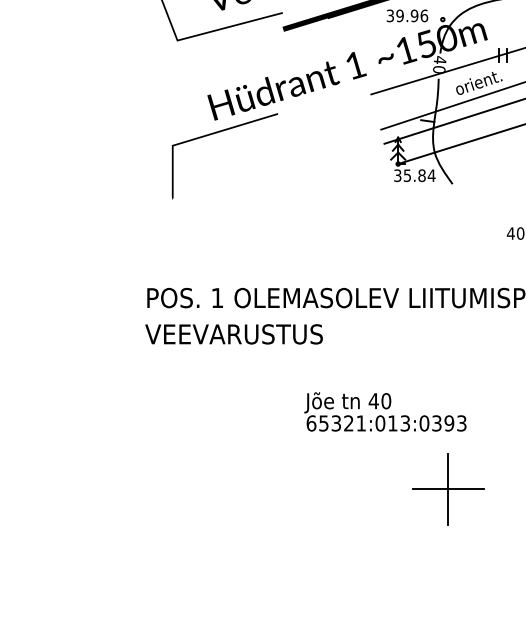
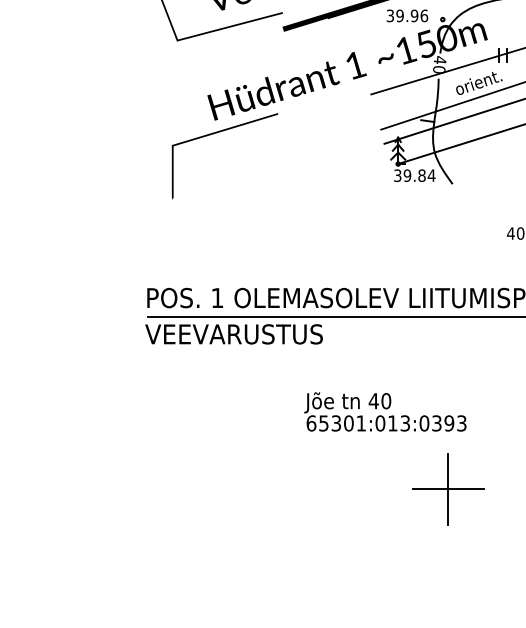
text at (407, 175): 35.84 -> 39.84
line at (335, 316): none -> present
text at (348, 423): 65321:013:0393 -> 65301:013:0393
